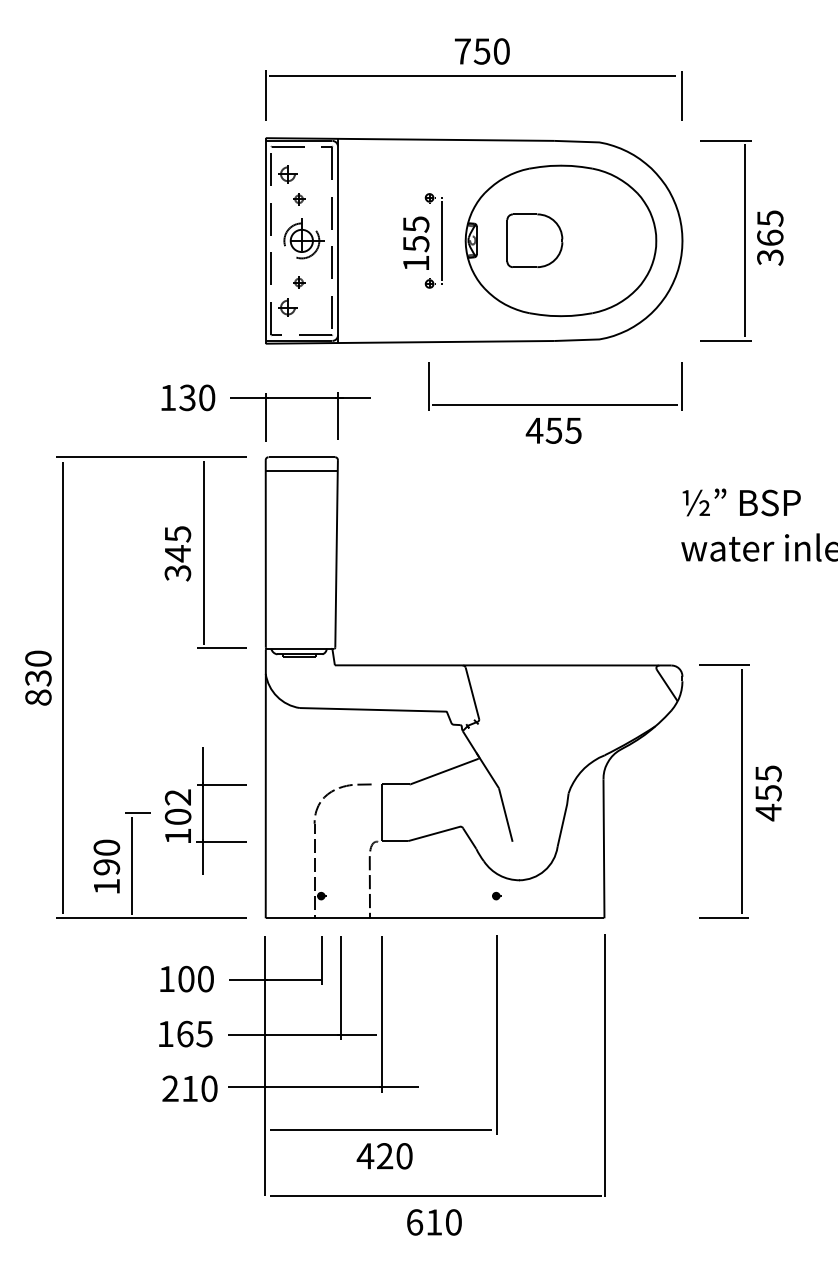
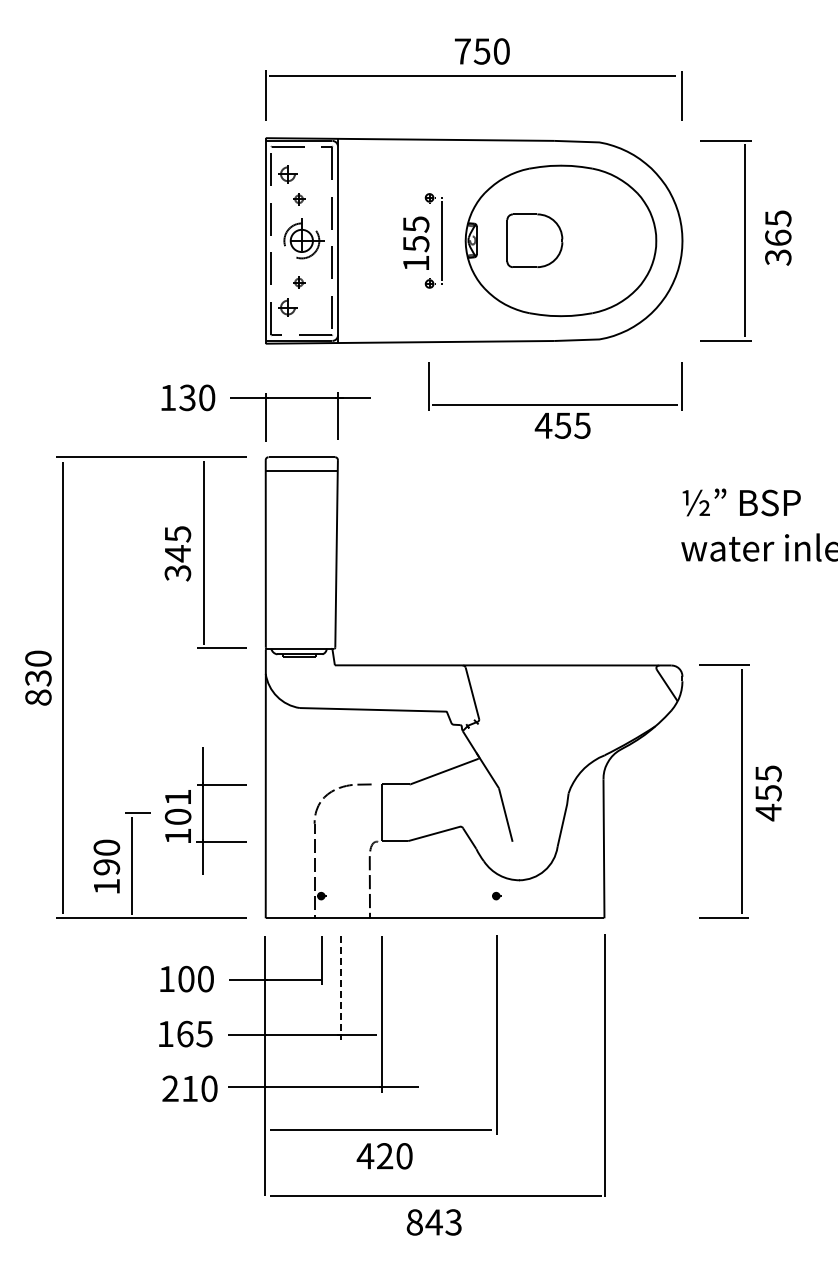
text at (770, 237) position: (770, 237) -> (778, 237)
text at (553, 430) position: (553, 430) -> (562, 425)
text at (177, 797): 102 -> 101
line at (341, 987): solid -> dashed
text at (433, 1222): 610 -> 843
